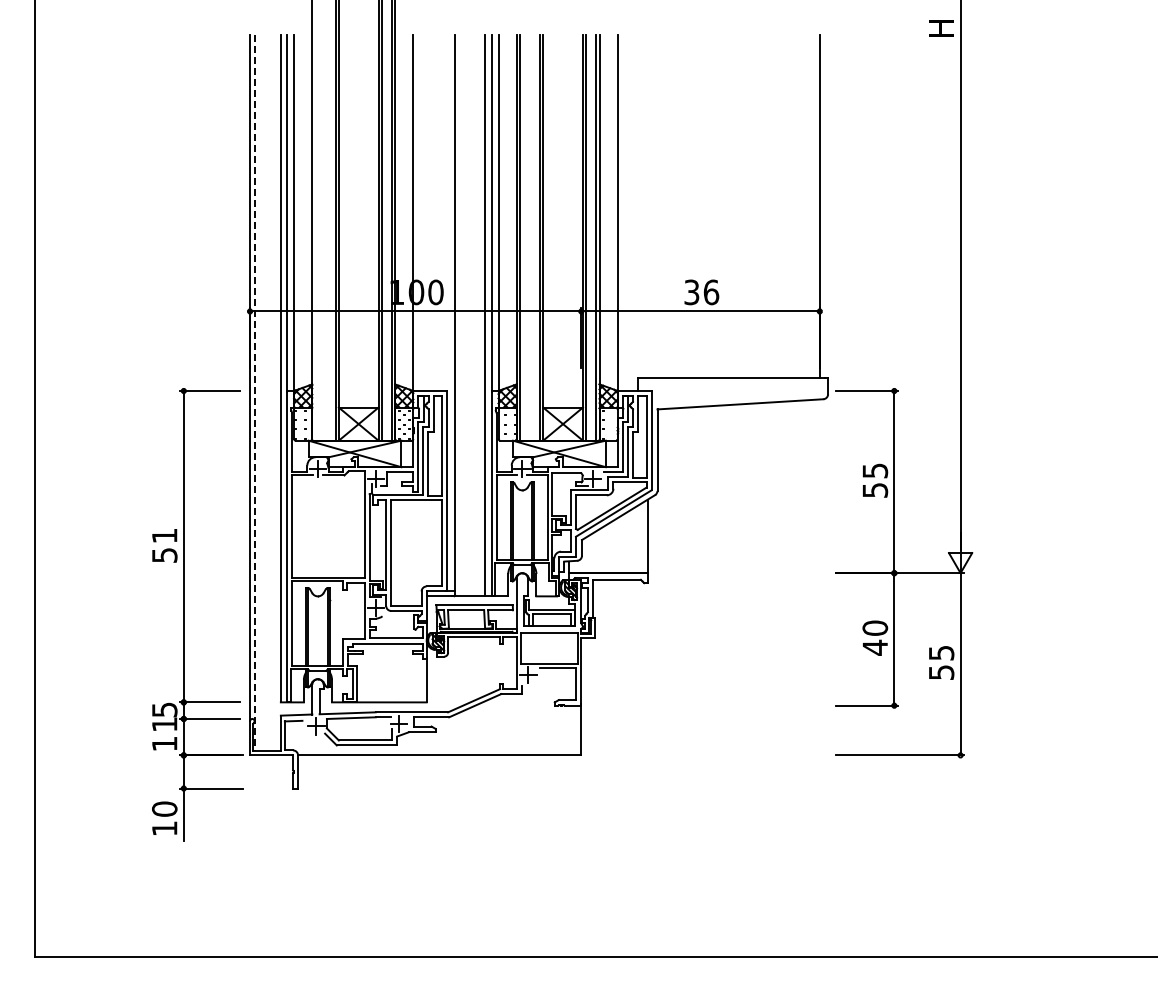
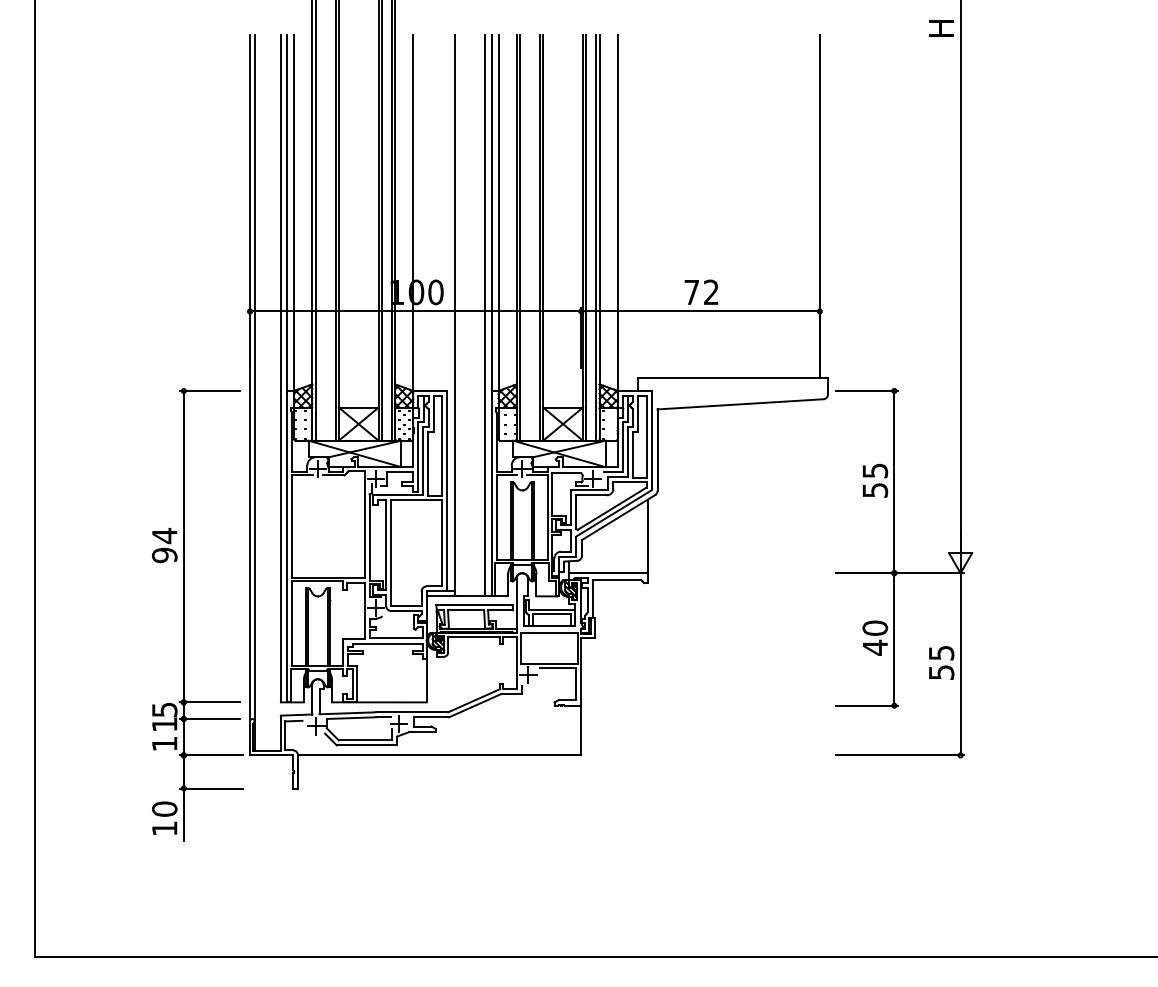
line at (315, 221): none -> present
text at (701, 292): 36 -> 72
line at (255, 393): dashed -> solid
text at (164, 545): 51 -> 94
